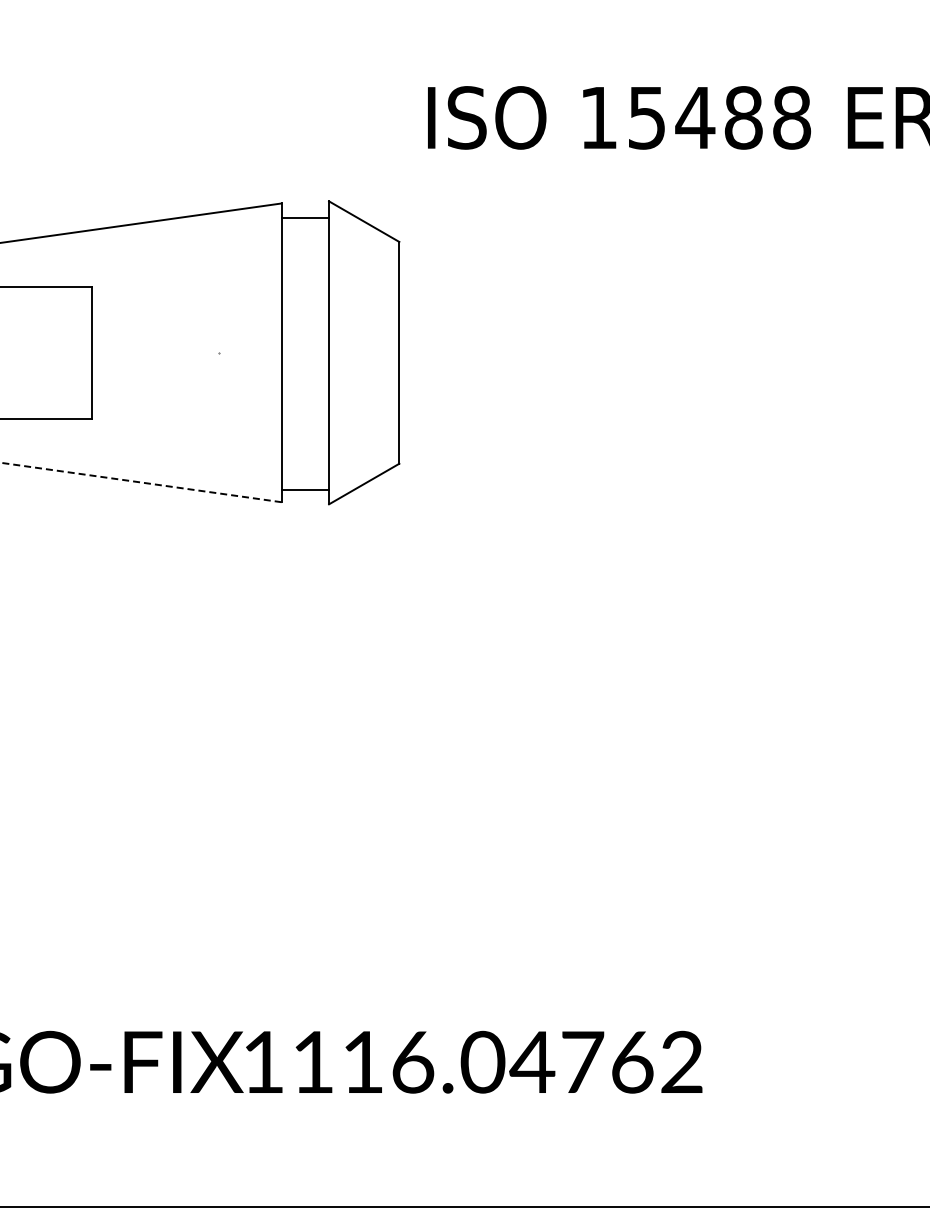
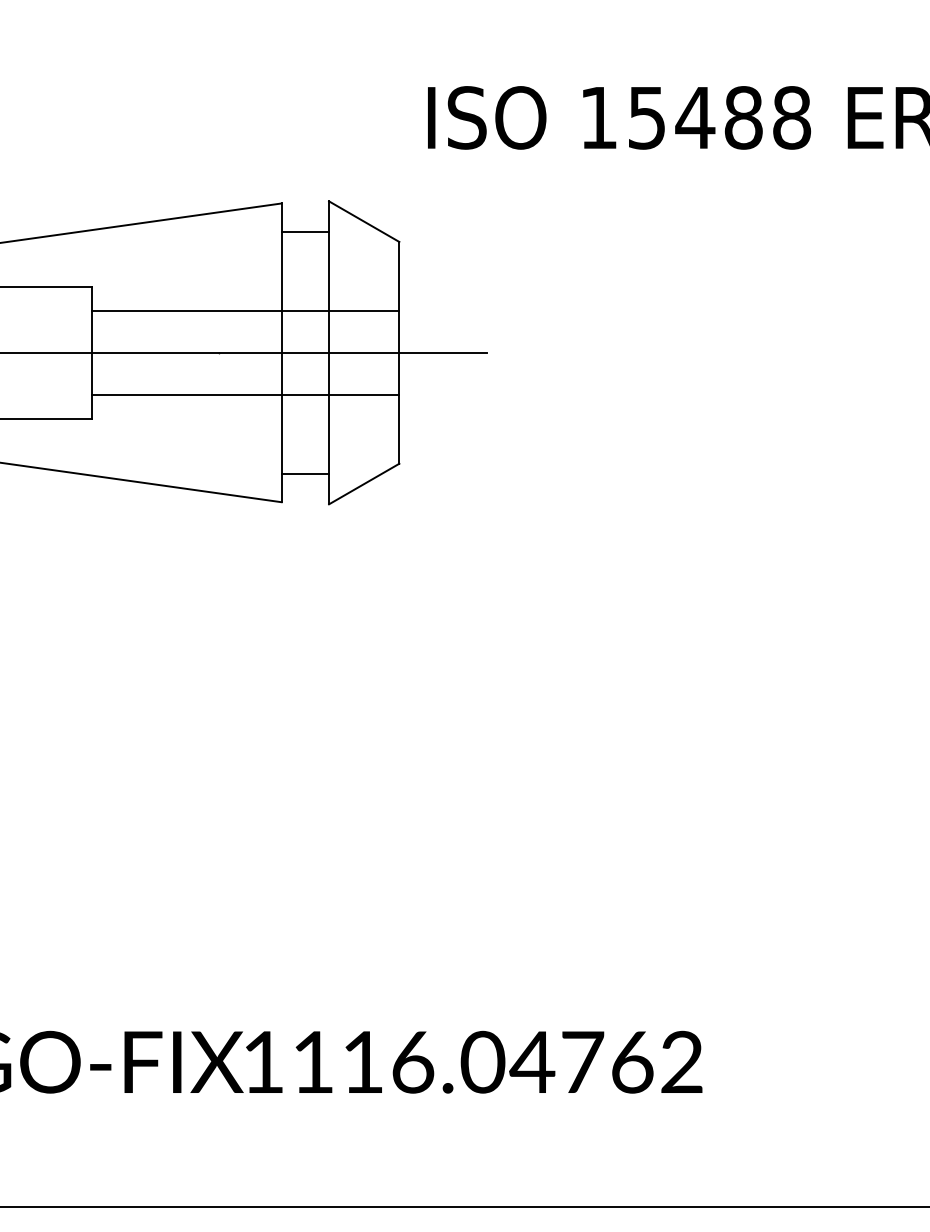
line at (305, 217) position: (305, 217) -> (305, 231)
line at (245, 311): none -> present
line at (244, 352): none -> present
line at (245, 394): none -> present
line at (140, 482): dashed -> solid
line at (305, 490) position: (305, 490) -> (305, 474)
